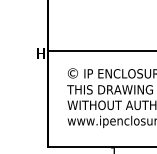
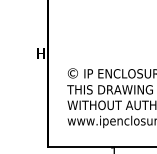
line at (100, 51): present -> none
